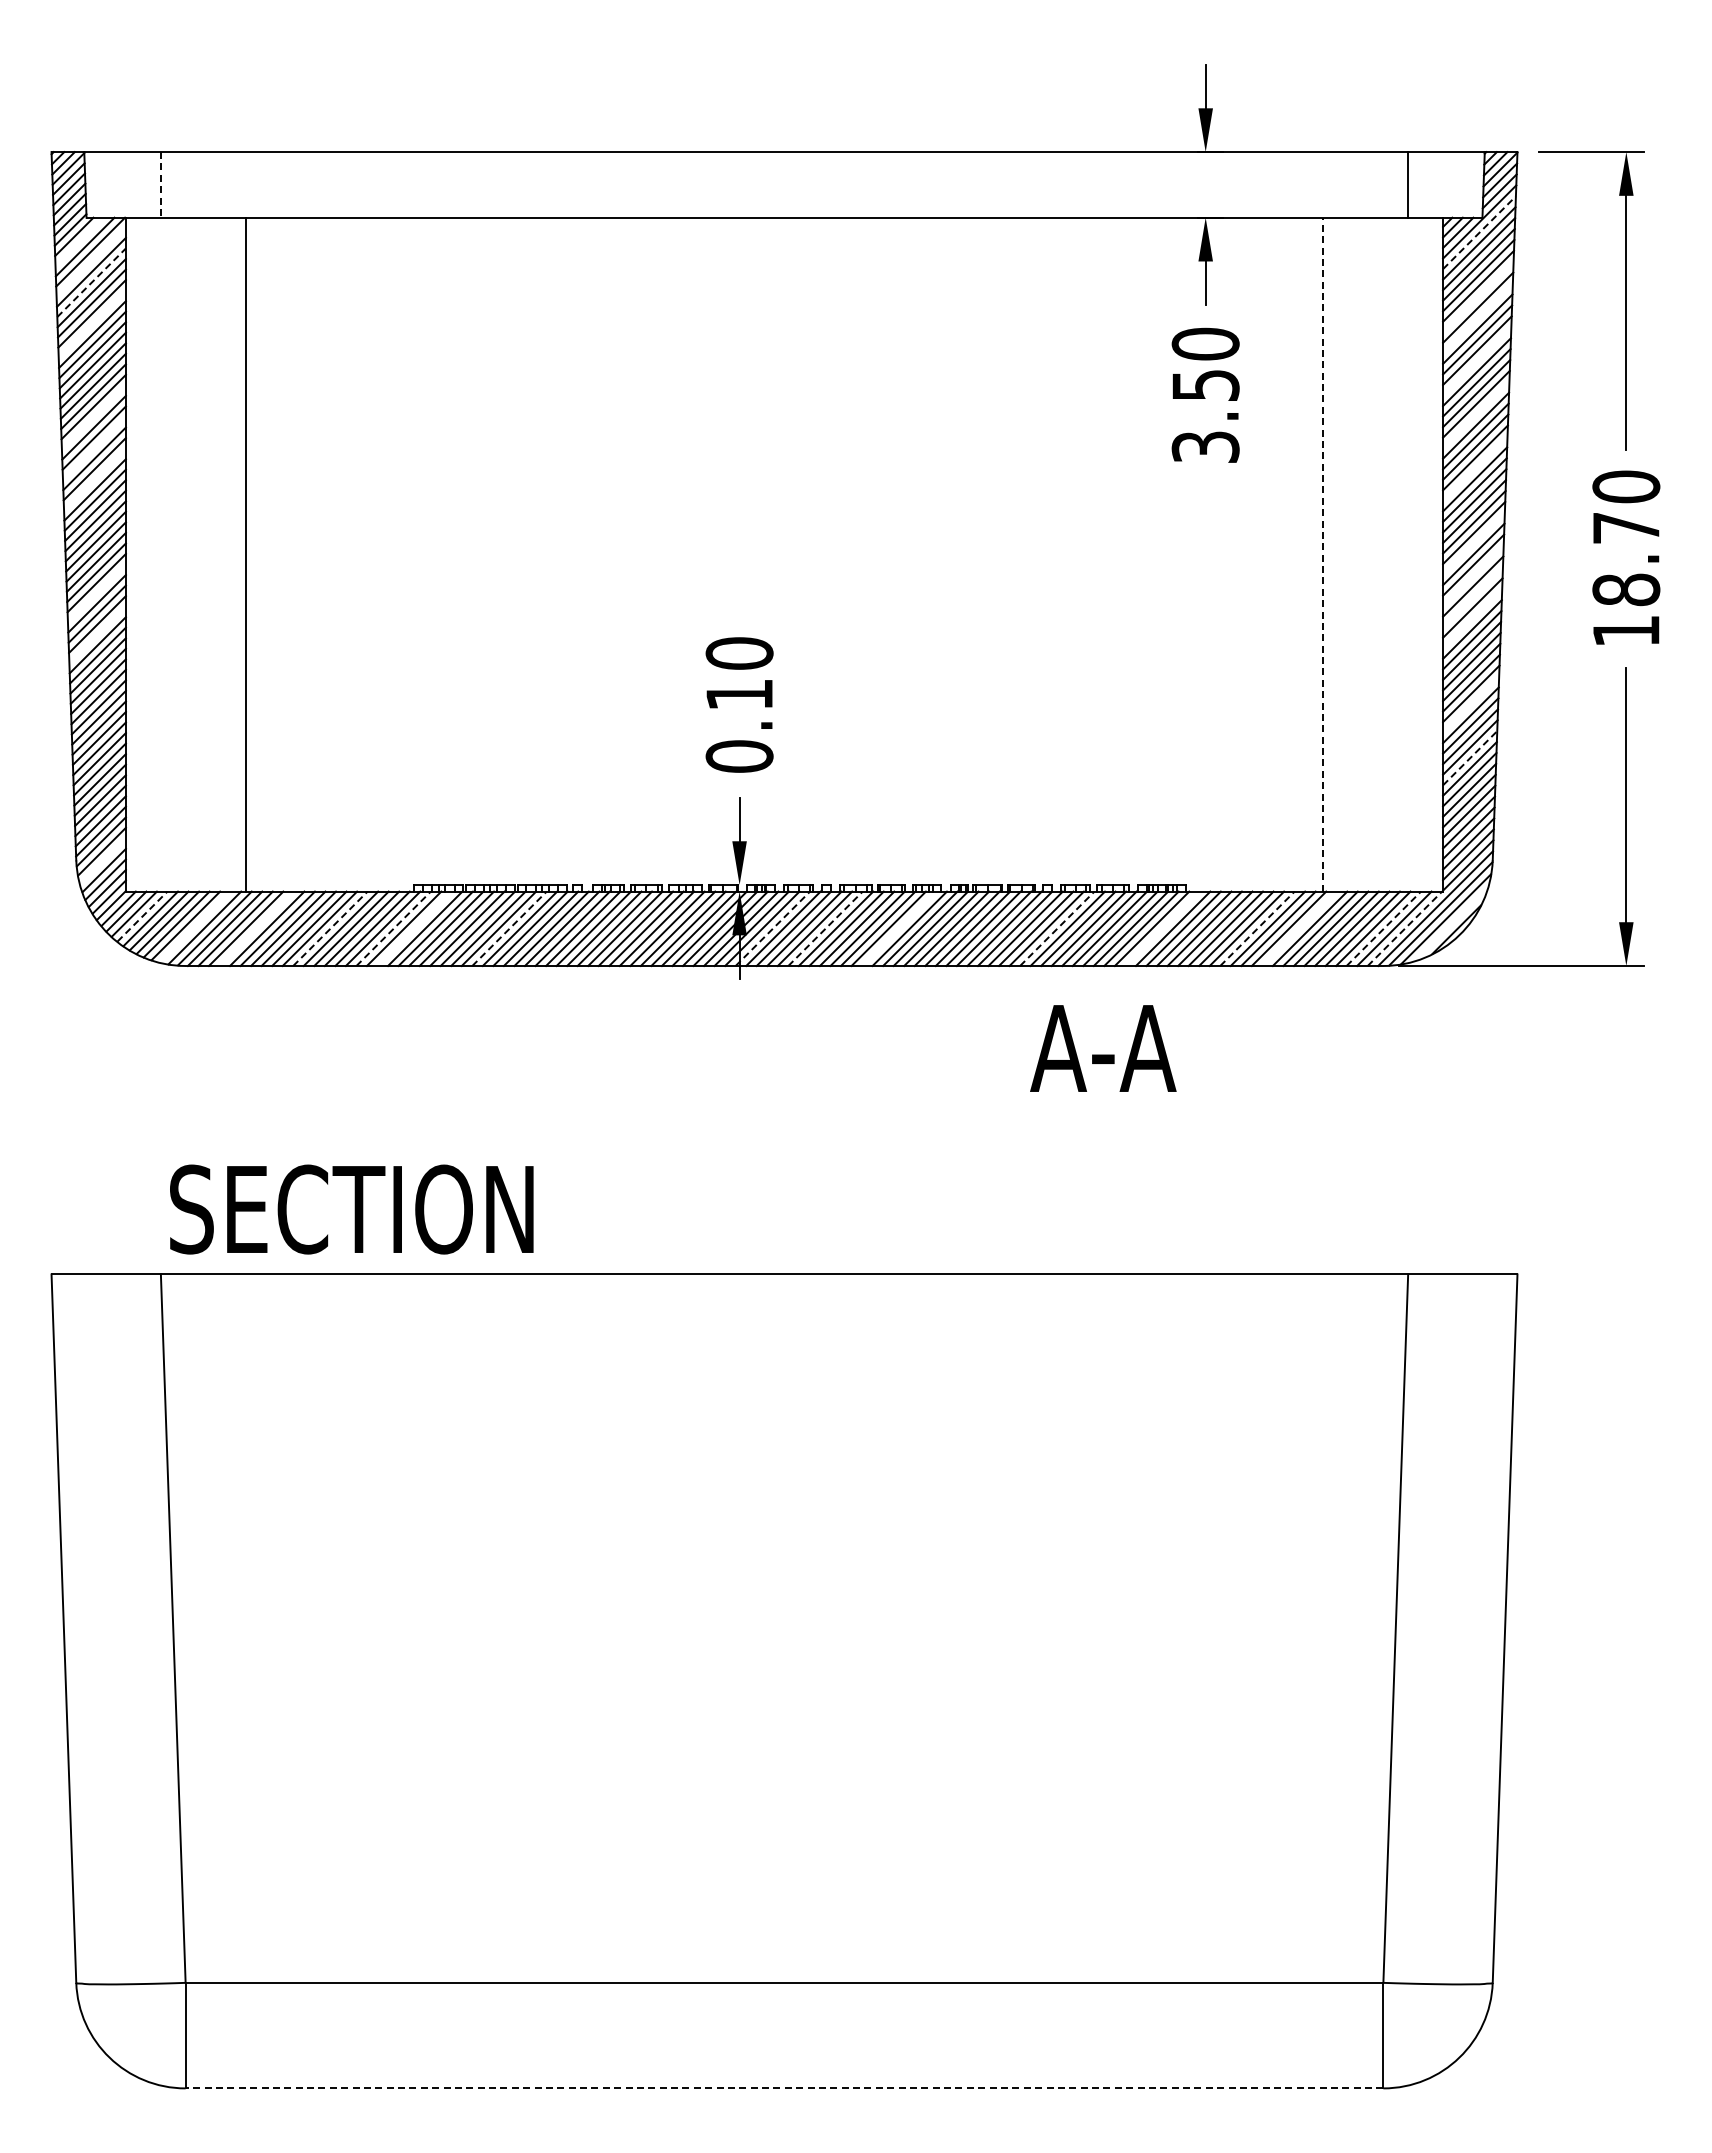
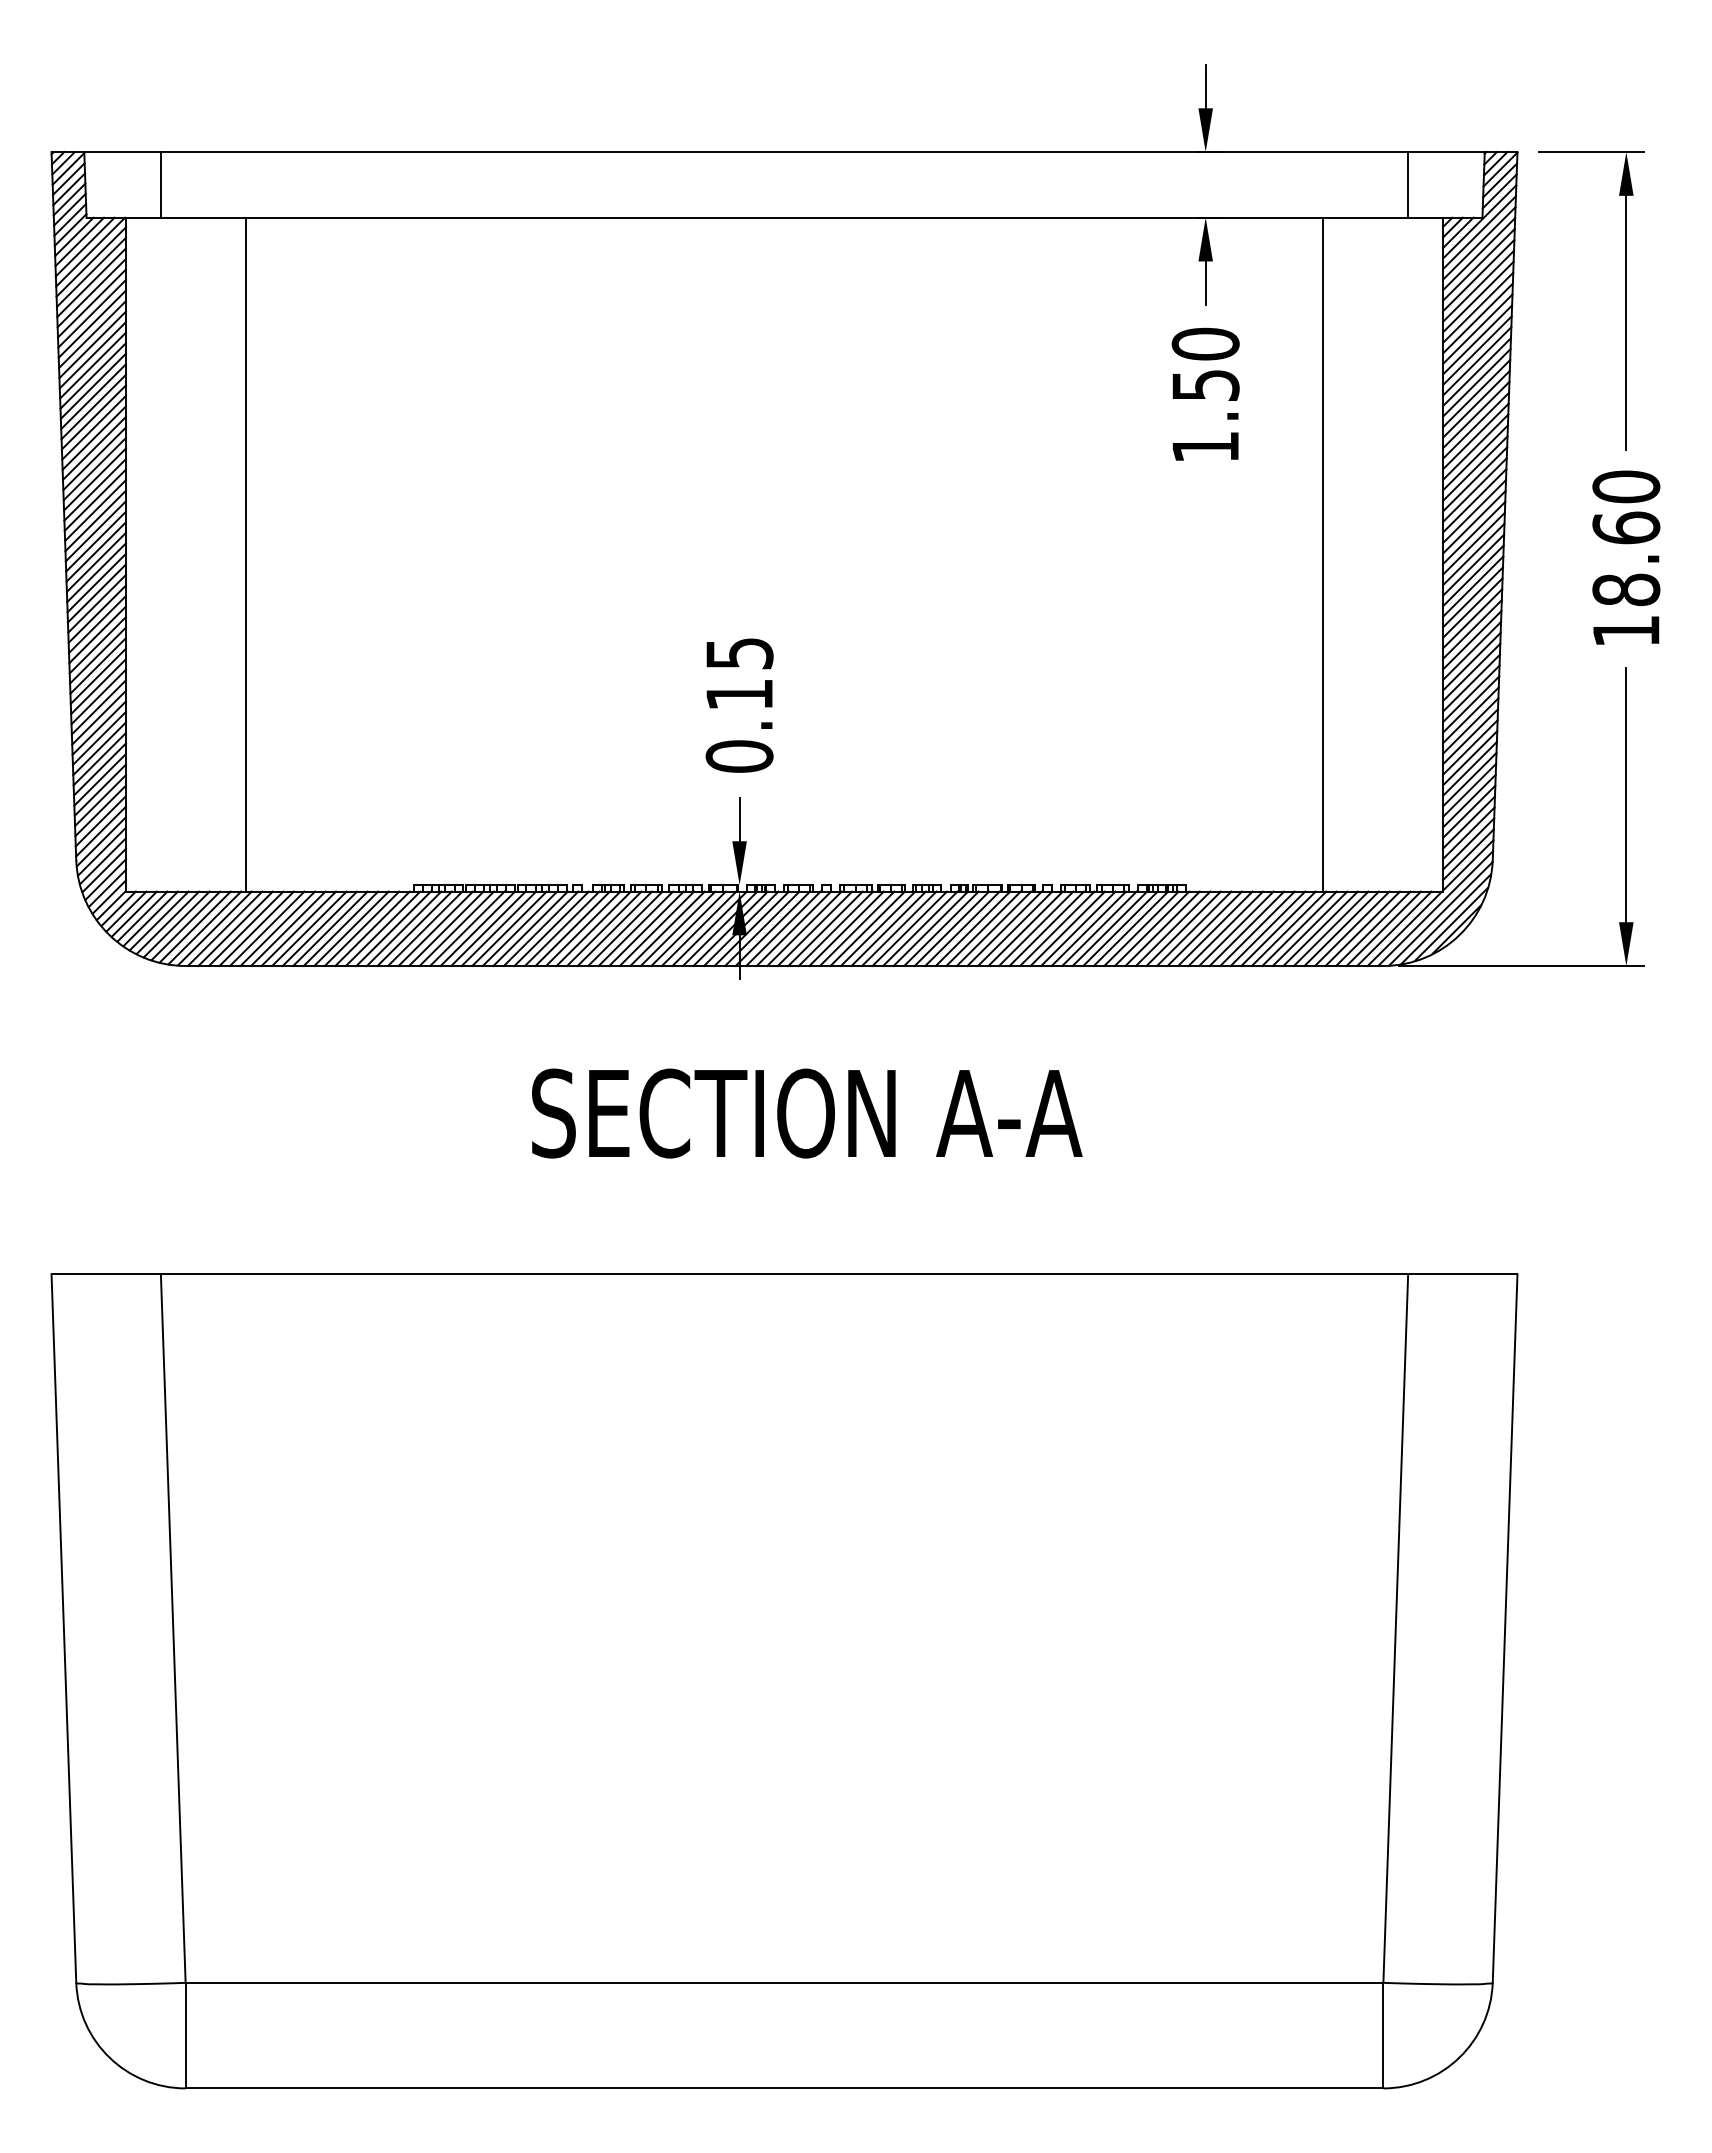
line at (160, 184): dashed -> solid
line at (1479, 232): dashed -> solid
line at (79, 241): none -> present
line at (90, 261): none -> present
line at (91, 282): dashed -> solid
line at (1478, 296): none -> present
line at (1477, 318): none -> present
line at (91, 323): none -> present
line at (1477, 361): none -> present
line at (1476, 414): none -> present
line at (93, 417): none -> present
text at (1205, 446): 3.50 -> 1.50
line at (94, 448): none -> present
line at (1475, 468): none -> present
line at (94, 479): none -> present
text at (1626, 527): 18.70 -> 18.60
line at (1473, 543): none -> present
line at (1322, 554): dashed -> solid
line at (1473, 575): none -> present
line at (96, 593): none -> present
line at (1472, 597): none -> present
line at (1472, 618): none -> present
line at (97, 634): none -> present
text at (739, 653): 0.10 -> 0.15
line at (1471, 704): none -> present
line at (1470, 757): dashed -> solid
line at (102, 861): none -> present
line at (142, 916): dashed -> solid
line at (1451, 924): none -> present
line at (194, 926): none -> present
line at (256, 928): none -> present
line at (330, 928): dashed -> solid
line at (393, 928): dashed -> solid
line at (414, 928): none -> present
line at (509, 928): dashed -> solid
line at (772, 928): dashed -> solid
line at (825, 928): dashed -> solid
line at (899, 928): none -> present
line at (1057, 928): dashed -> solid
line at (1162, 928): none -> present
line at (1257, 928): dashed -> solid
line at (1299, 928): none -> present
line at (1383, 928): dashed -> solid
line at (1404, 928): dashed -> solid
text at (1103, 1048) position: (1103, 1048) -> (1009, 1113)
text at (351, 1209) position: (351, 1209) -> (713, 1113)
line at (784, 2088): dashed -> solid
